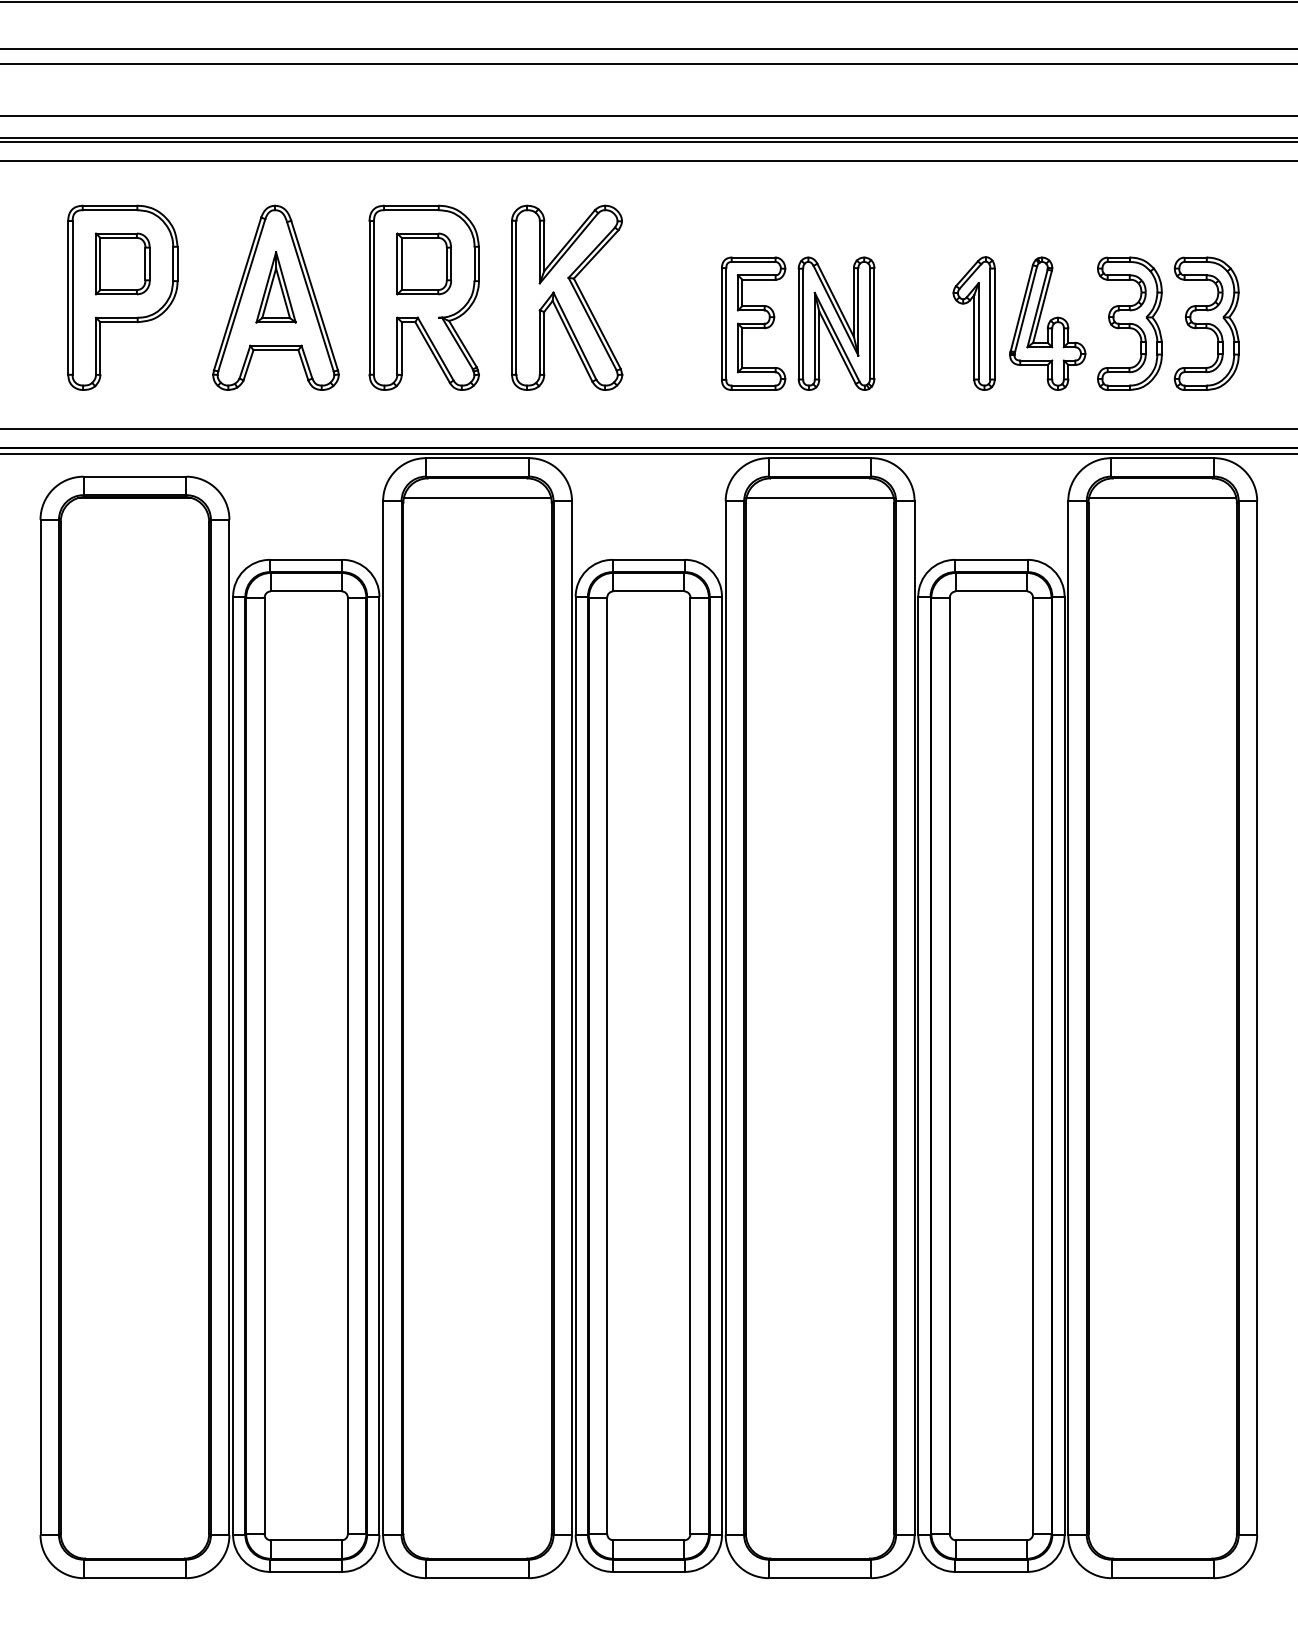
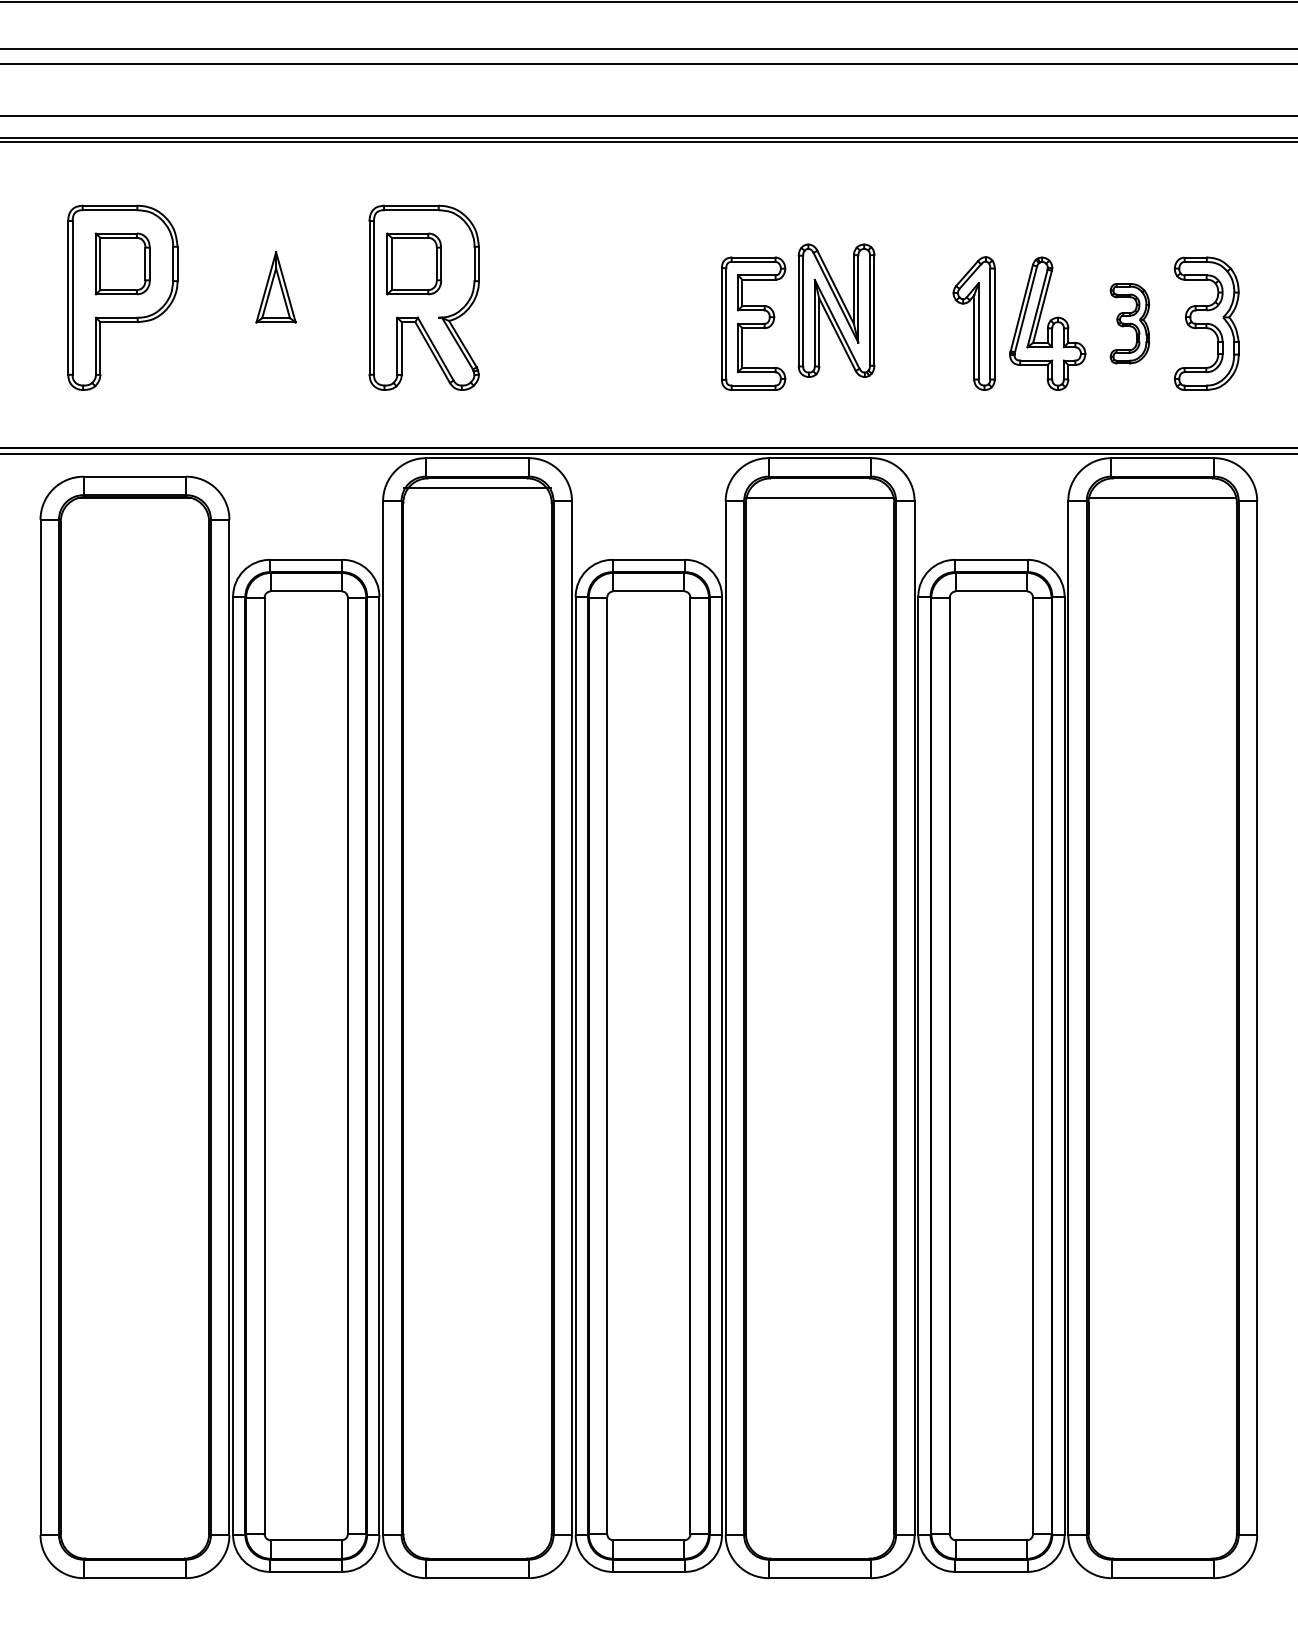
line at (648, 160): present -> none
part at (423, 263) position: (423, 263) -> (413, 263)
part at (275, 297): present -> none
part at (567, 297): present -> none
part at (836, 323) position: (836, 323) -> (836, 310)
part at (1129, 323) size: 66x135 px -> 42x82 px
line at (648, 429): present -> none
line at (477, 497) position: (477, 497) -> (477, 487)
